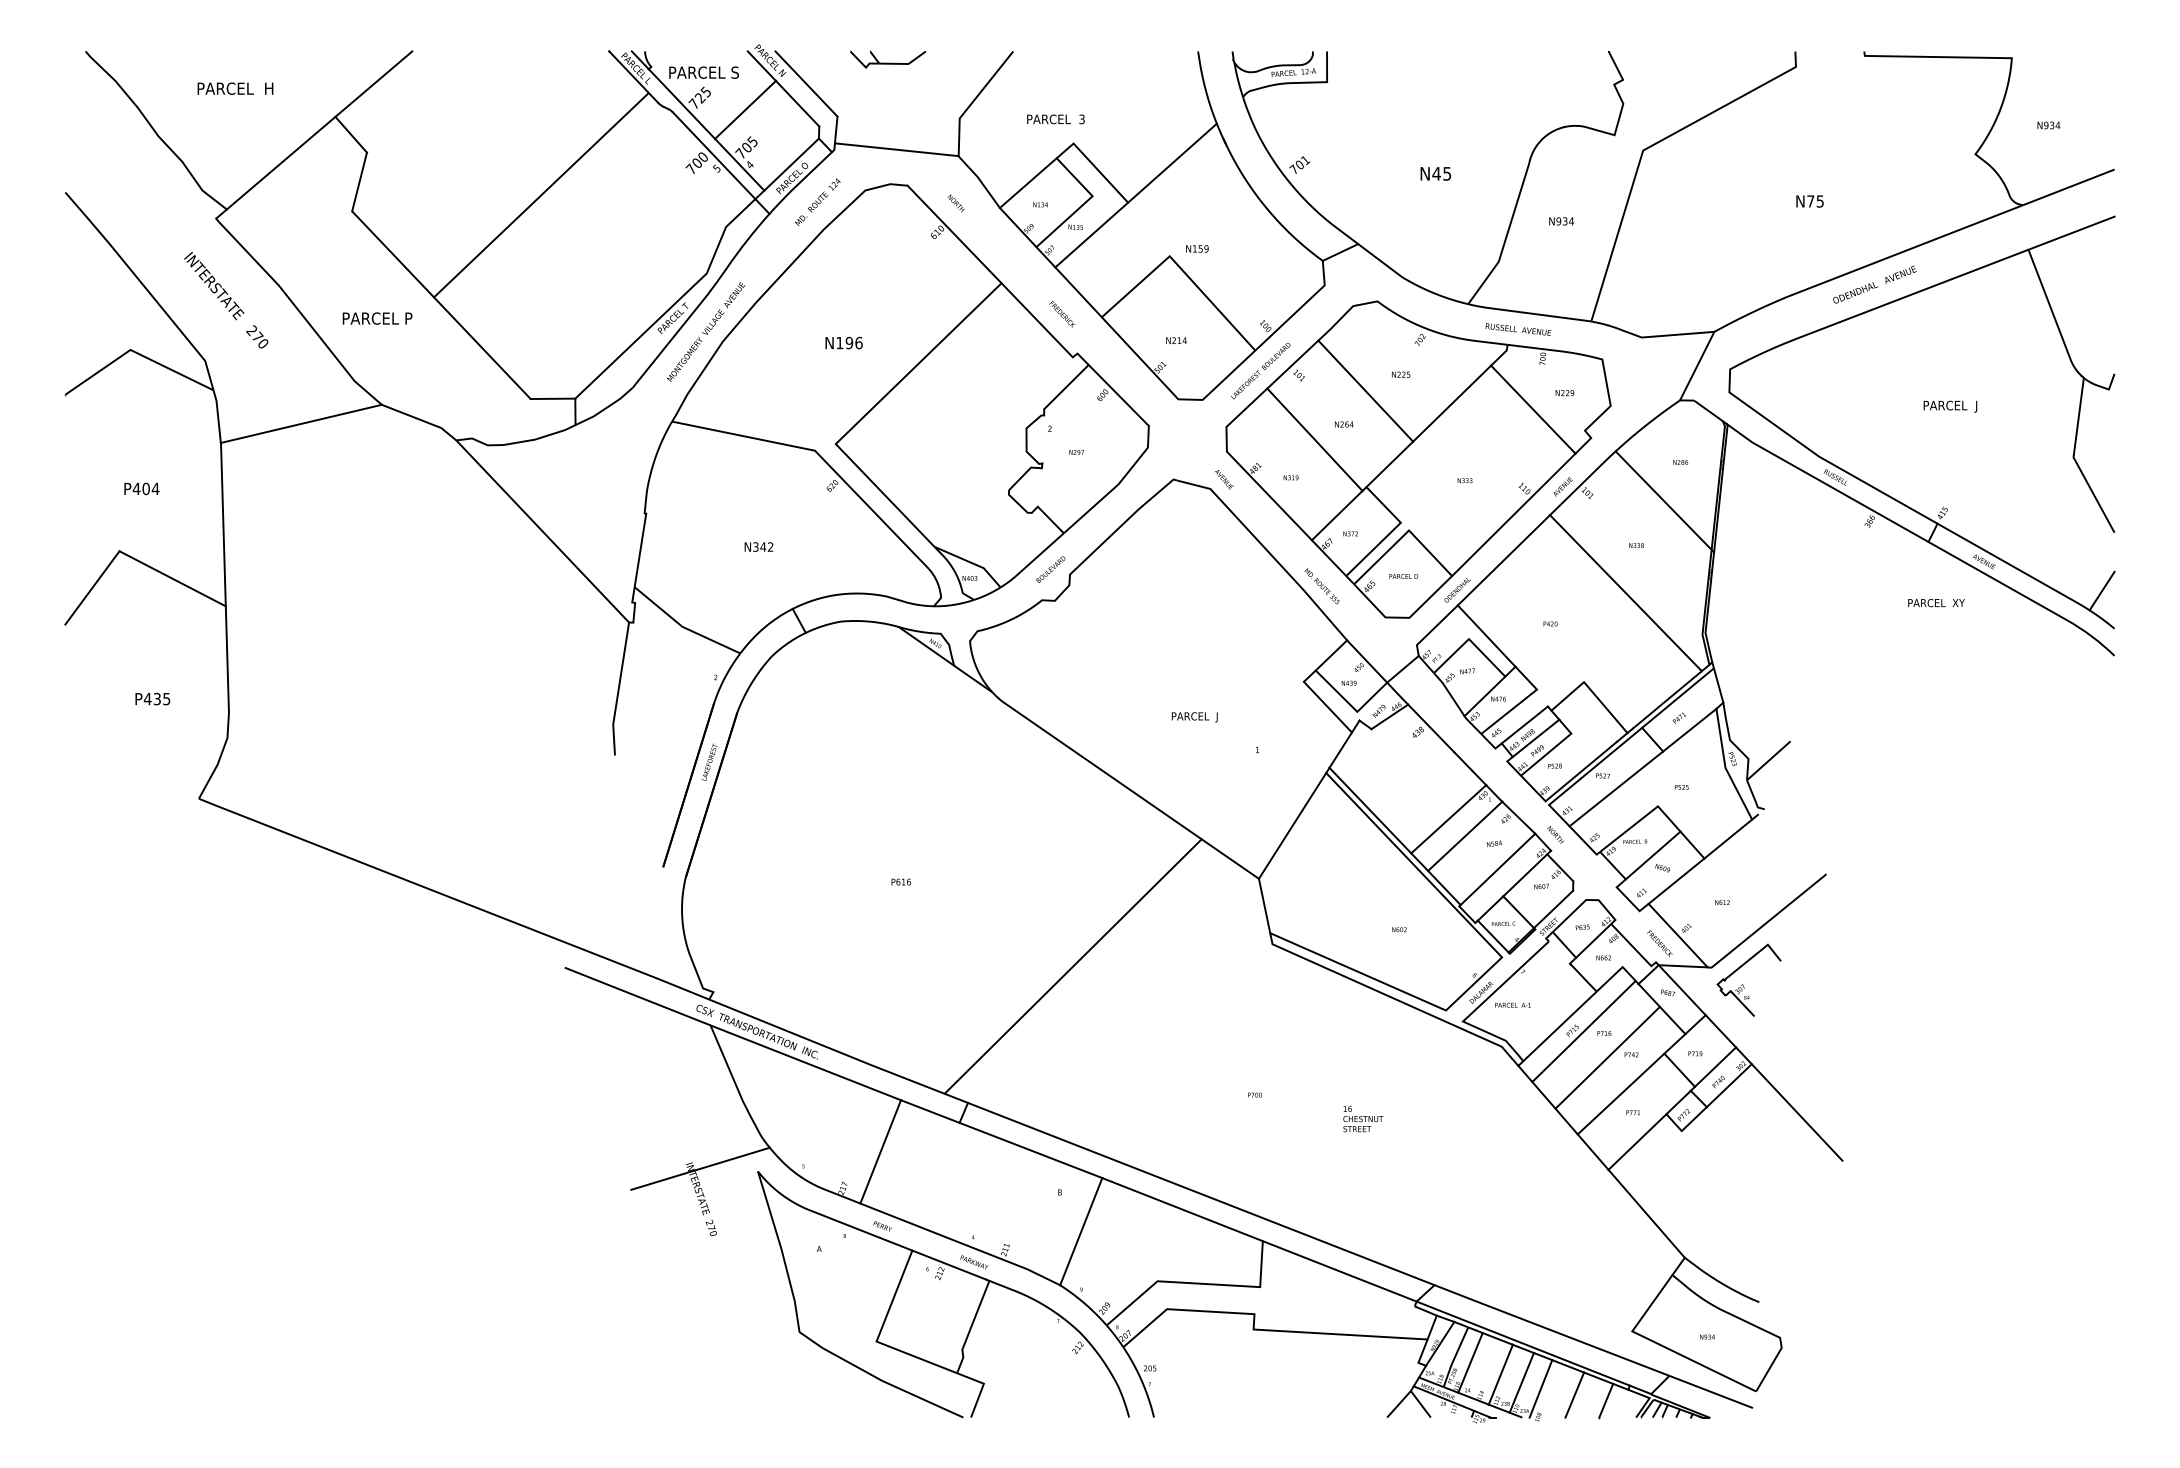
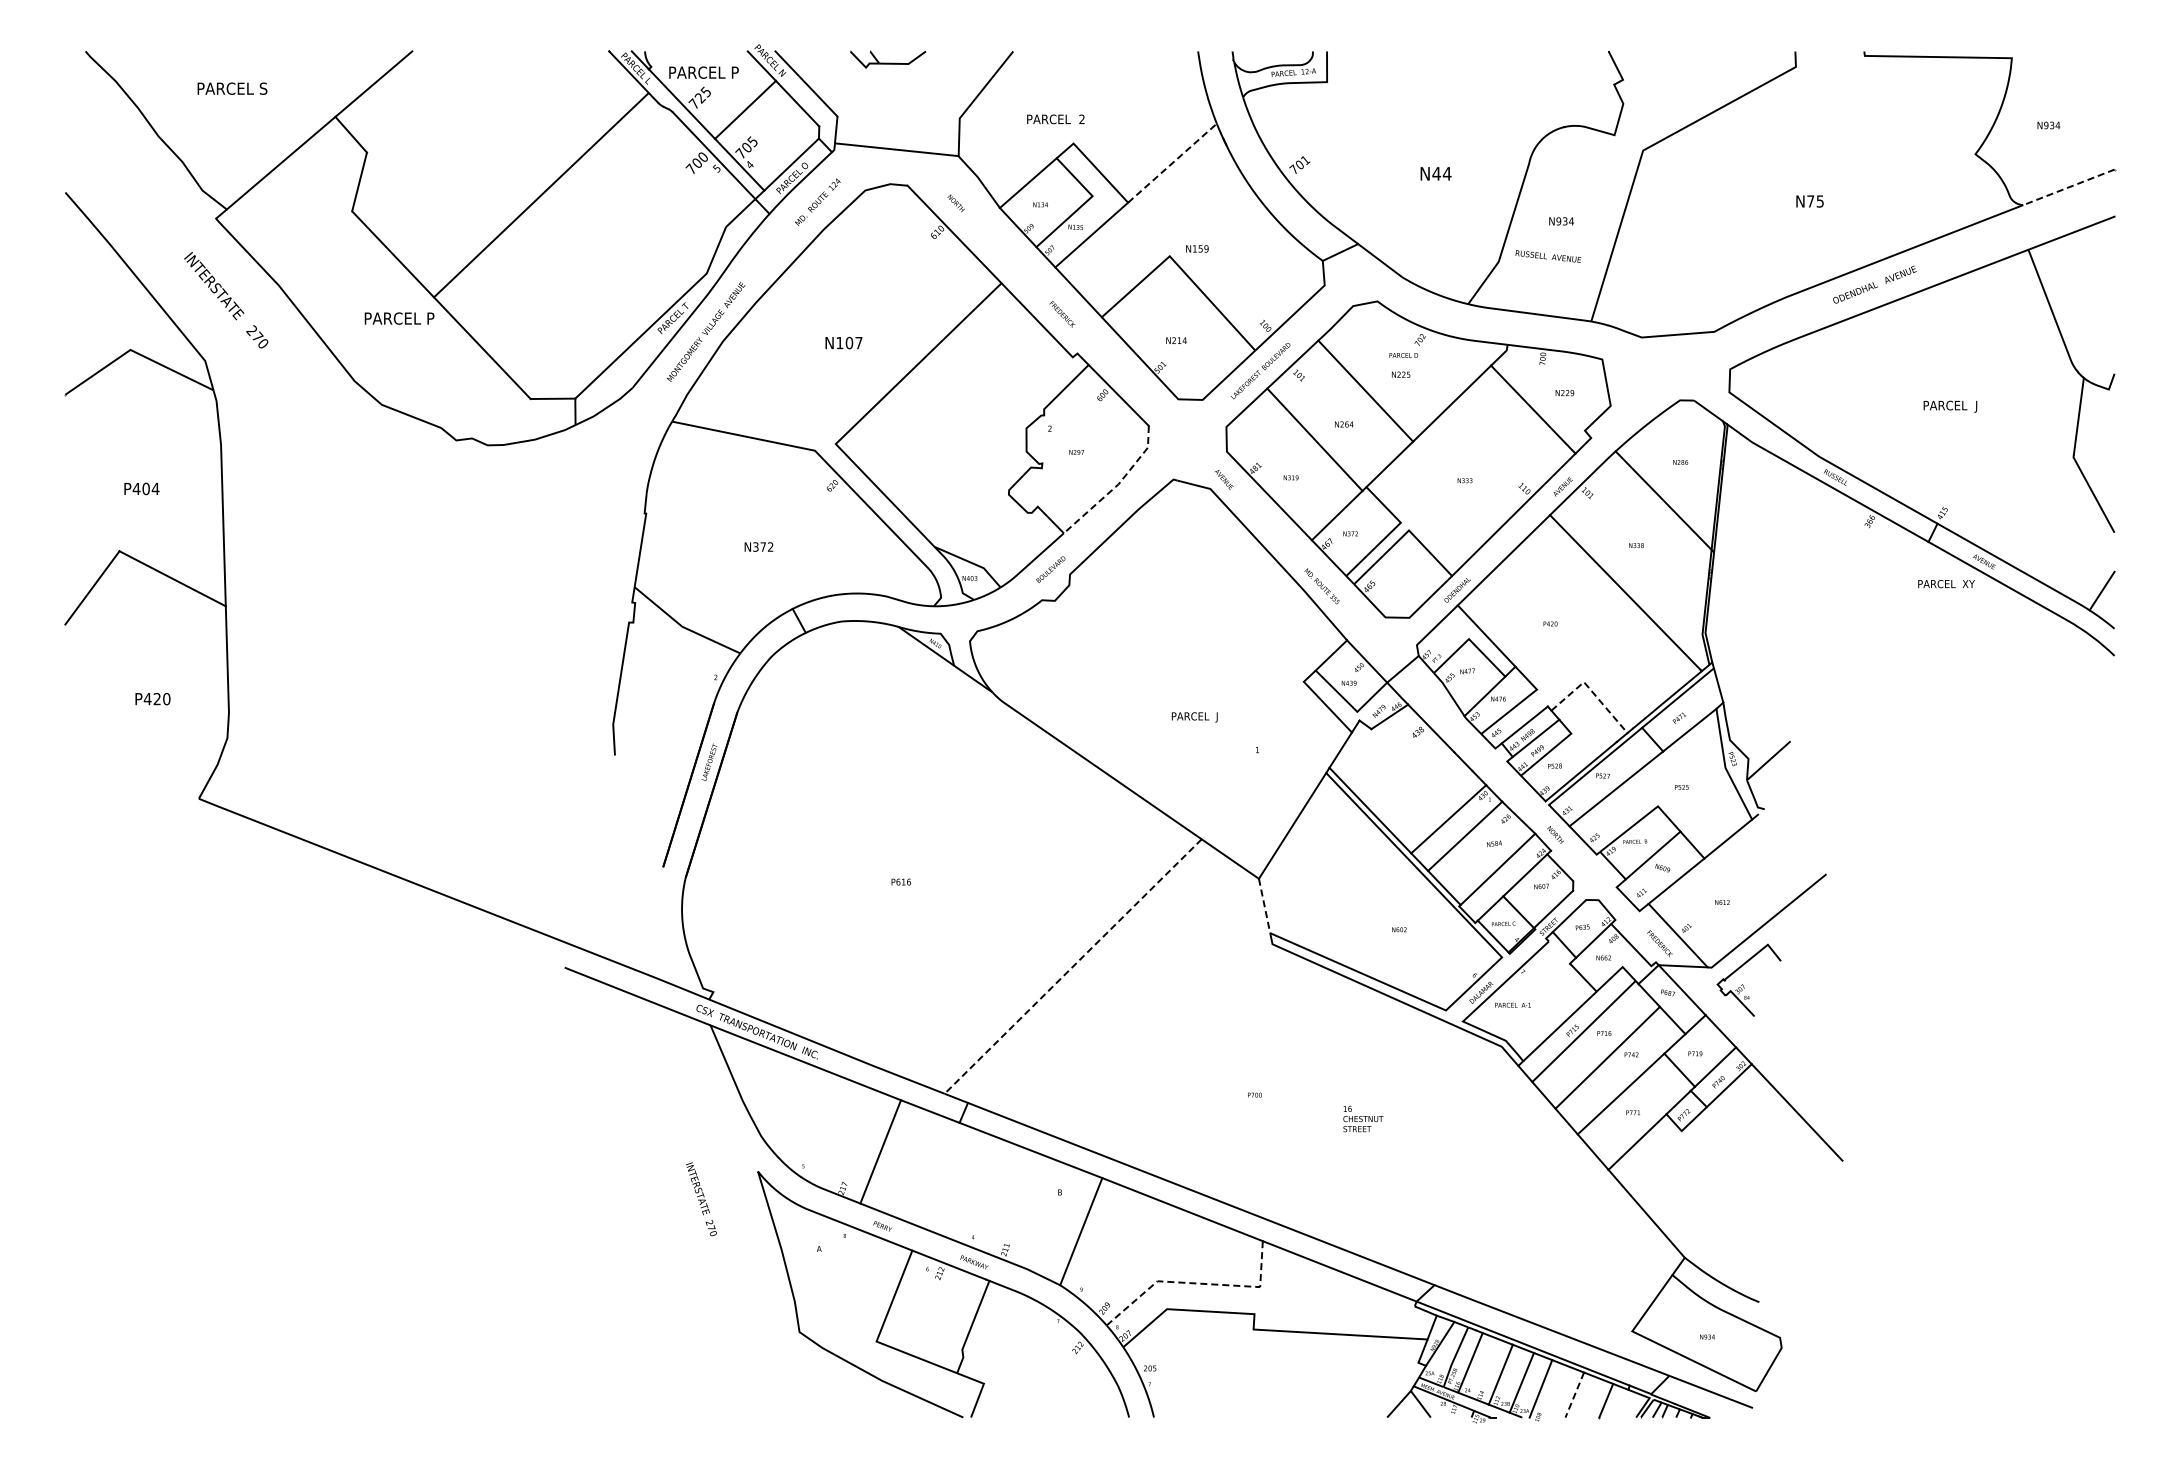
text at (734, 72): PARCEL S -> PARCEL P
text at (266, 88): PARCEL  H -> PARCEL S
text at (1081, 119): 3 -> 2
line at (1172, 162): solid -> dashed
text at (1446, 173): N45 -> N44
line at (2068, 187): solid -> dashed
text at (377, 318) position: (377, 318) -> (399, 318)
text at (1518, 329) position: (1518, 329) -> (1548, 256)
text at (853, 342): N196 -> N107
line at (1697, 365): present -> none
line at (300, 423): present -> none
line at (1117, 485): solid -> dashed
line at (542, 531): present -> none
text at (763, 546): N342 -> N372
text at (1403, 576) position: (1403, 576) -> (1403, 355)
text at (1936, 603) position: (1936, 603) -> (1946, 584)
line at (1591, 690): solid -> dashed
text at (161, 698): P435 -> P420
line at (1264, 905): solid -> dashed
line at (1073, 966): solid -> dashed
line at (700, 1168): present -> none
line at (1198, 1283): solid -> dashed
line at (1574, 1395): solid -> dashed
